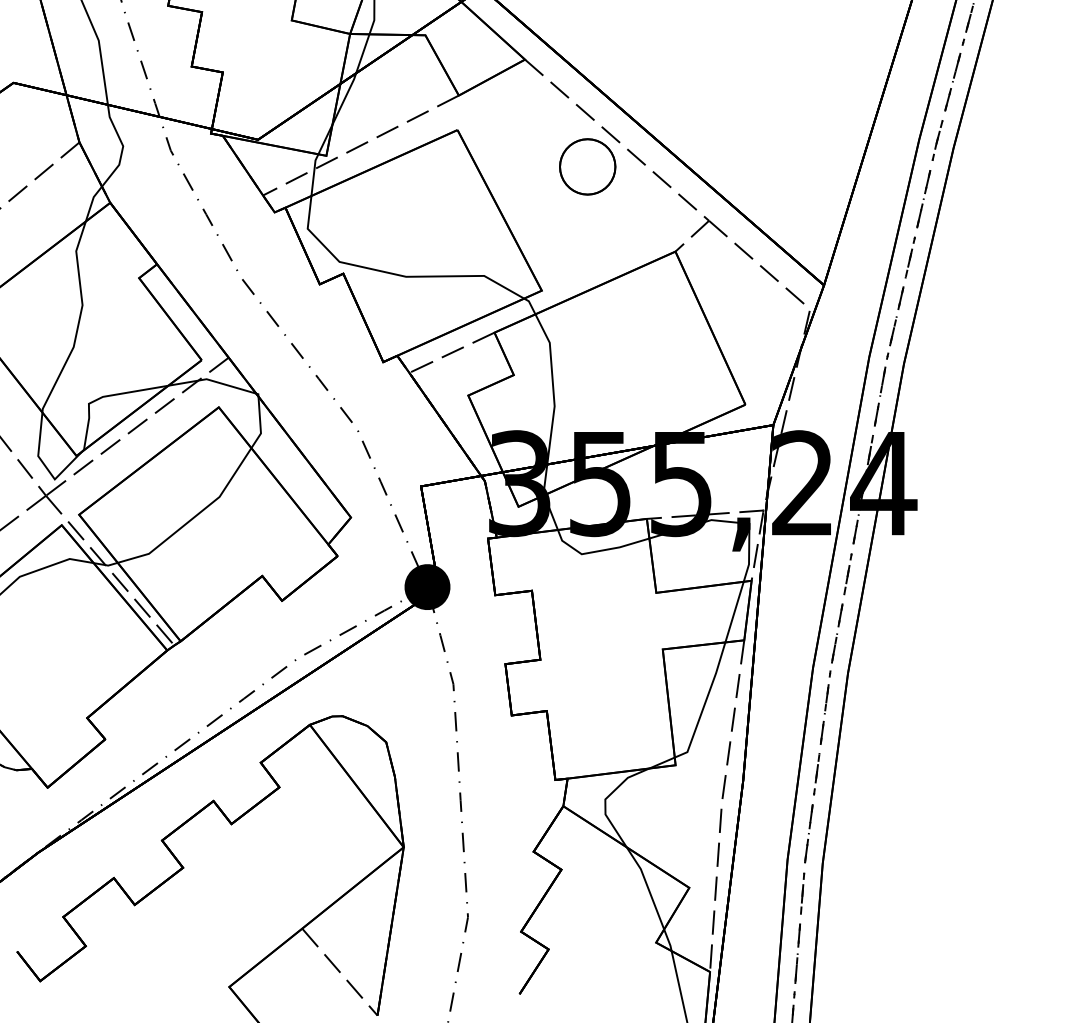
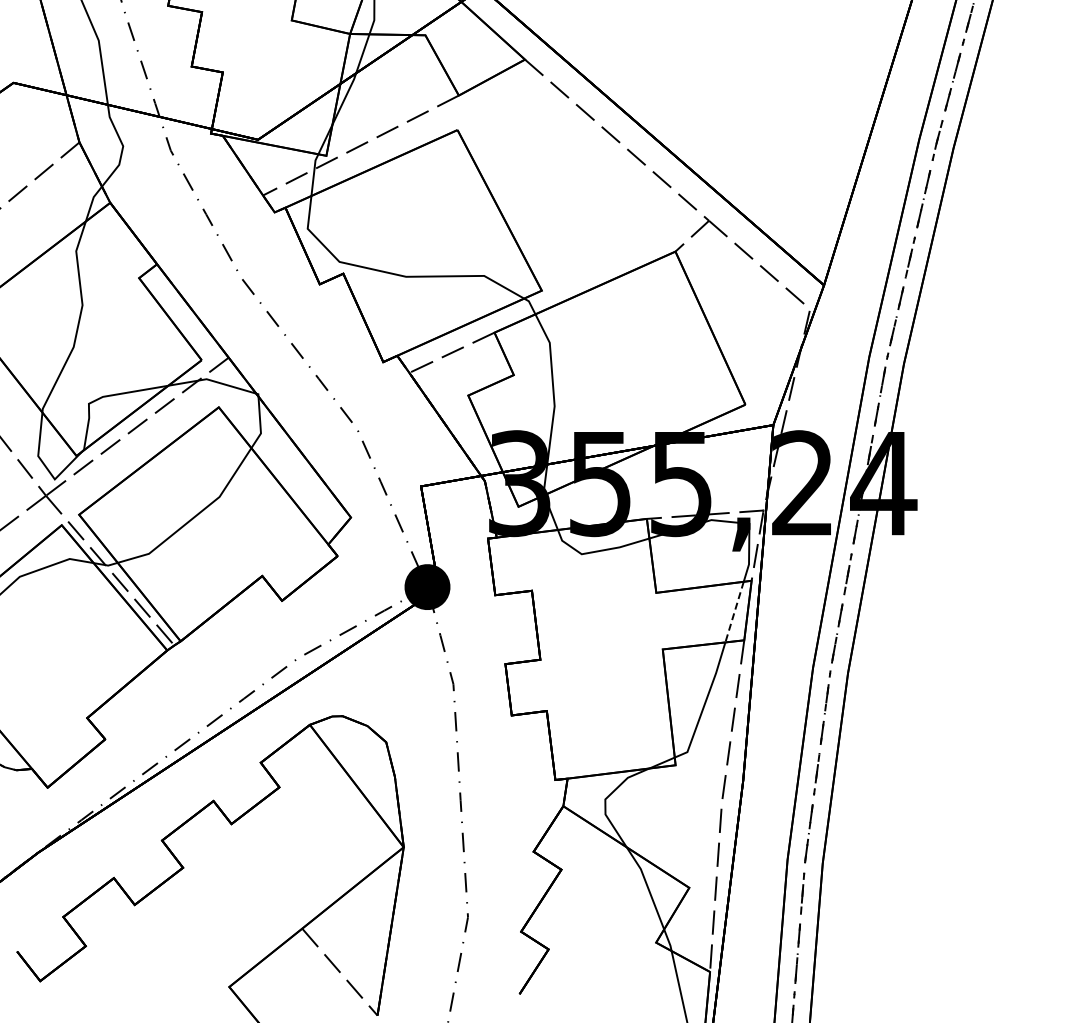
part at (587, 166): present -> none
line at (734, 612): solid -> dashed
